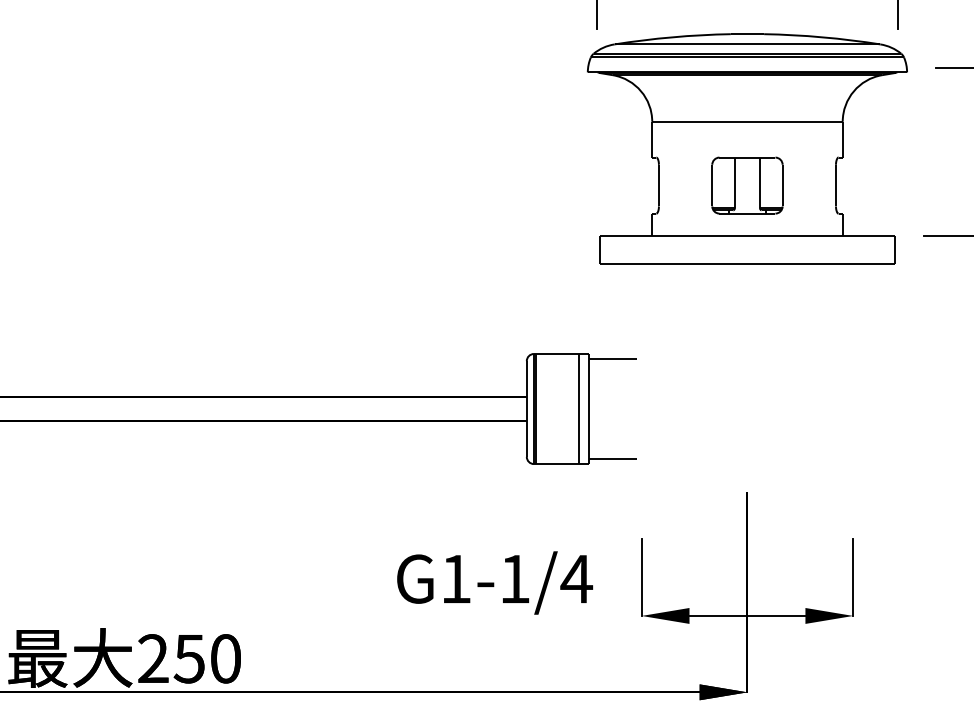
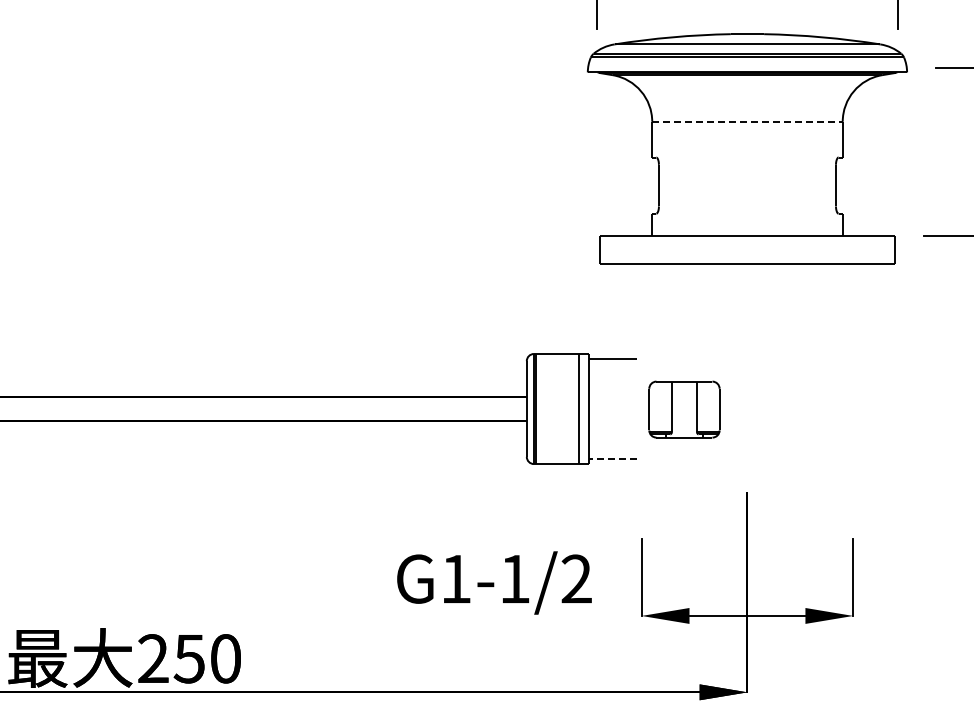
line at (747, 121): solid -> dashed
part at (747, 185) position: (747, 185) -> (684, 409)
line at (612, 459): solid -> dashed
text at (576, 578): G1-1/4 -> G1-1/2
